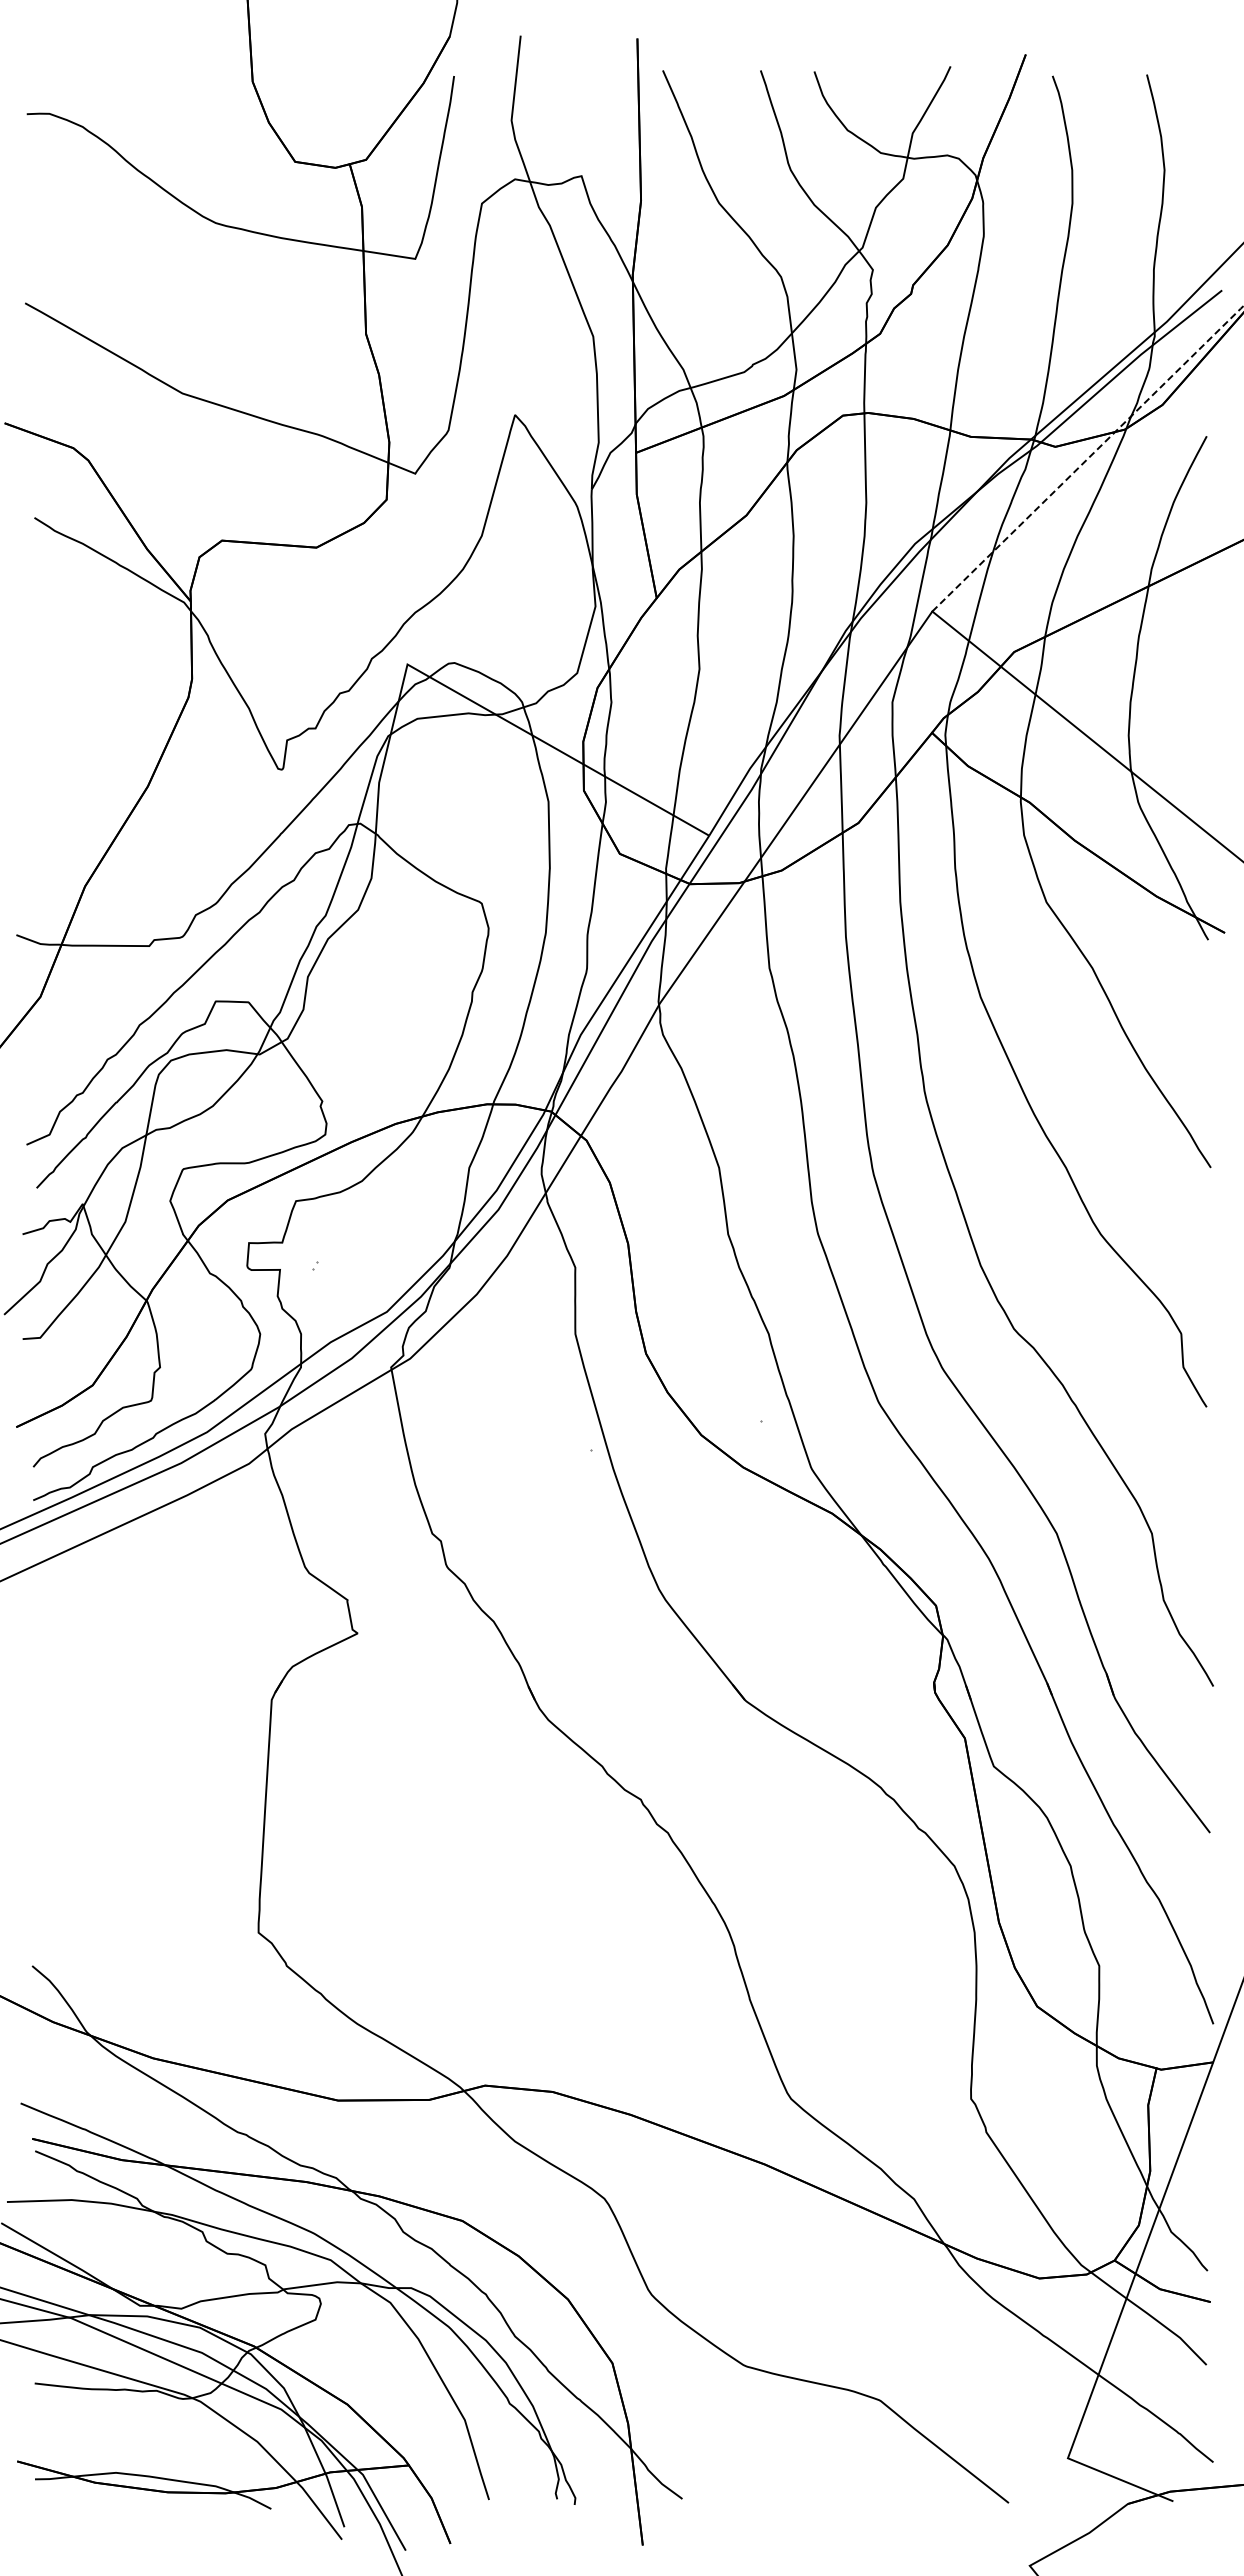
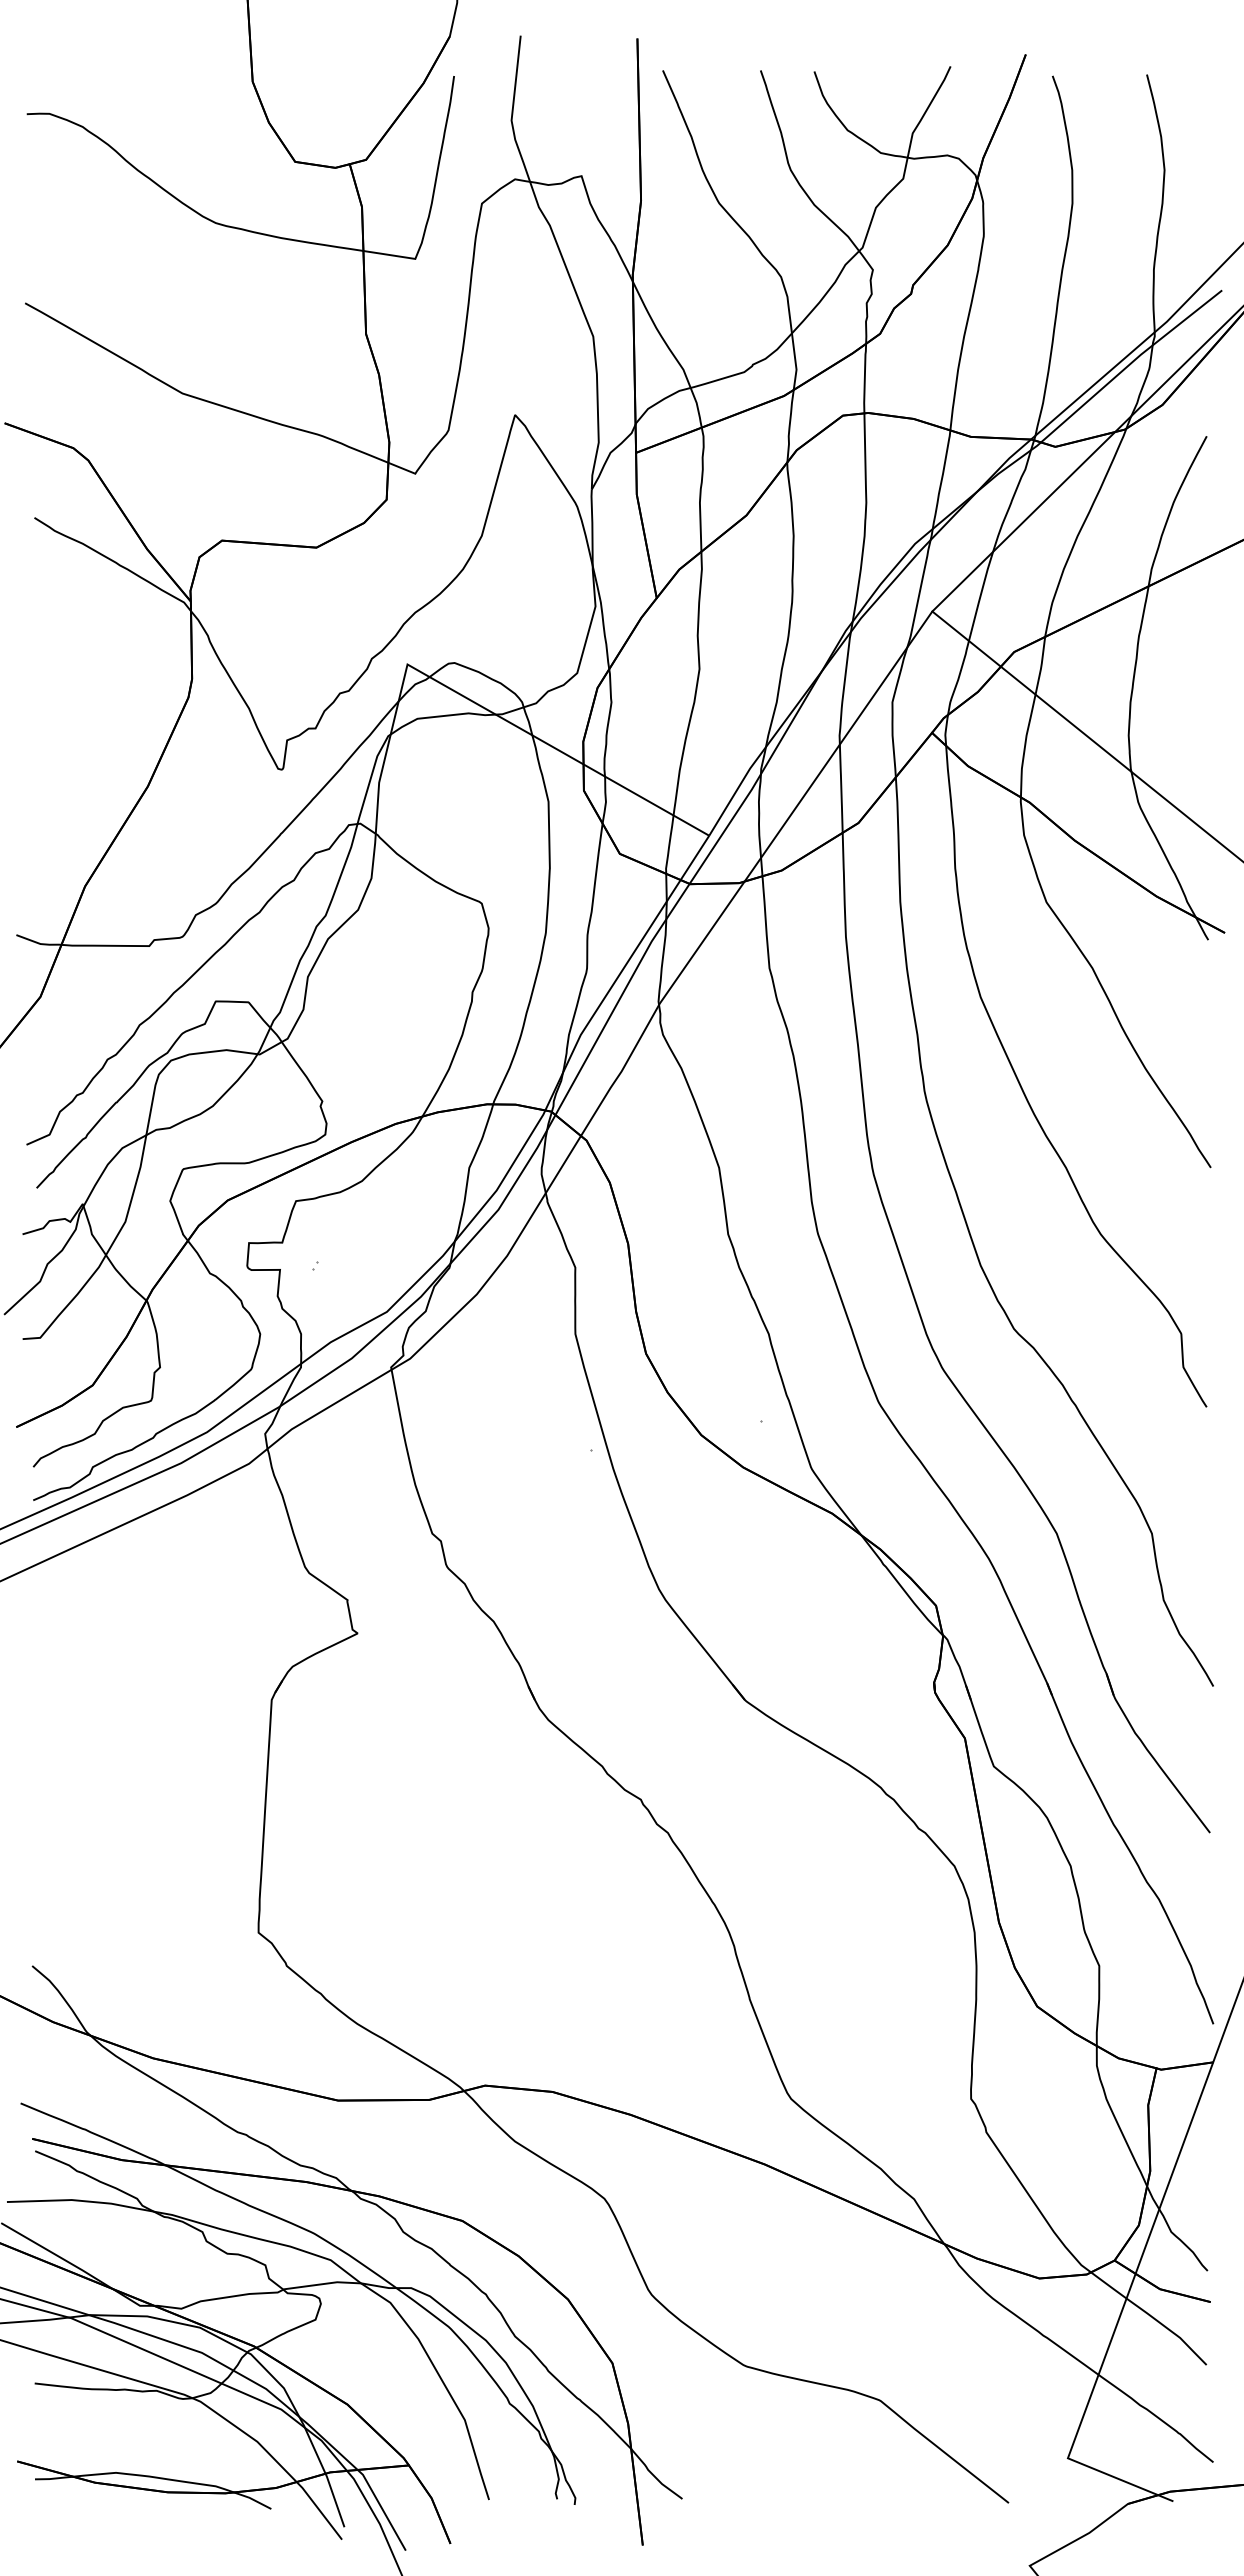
line at (1088, 458): dashed -> solid
